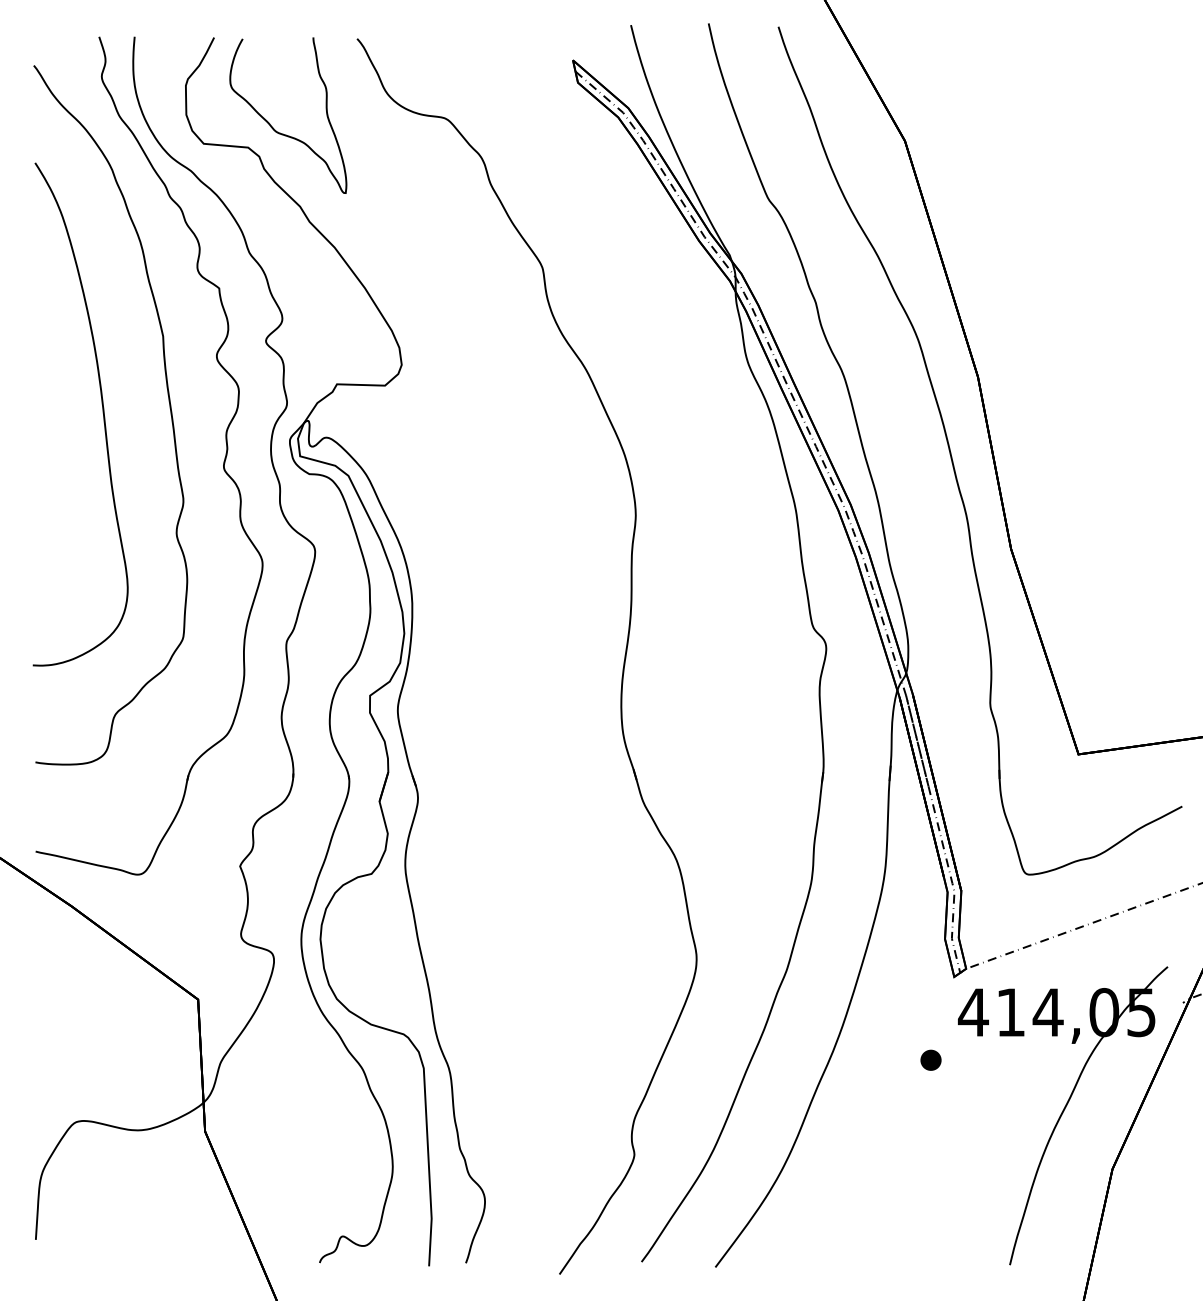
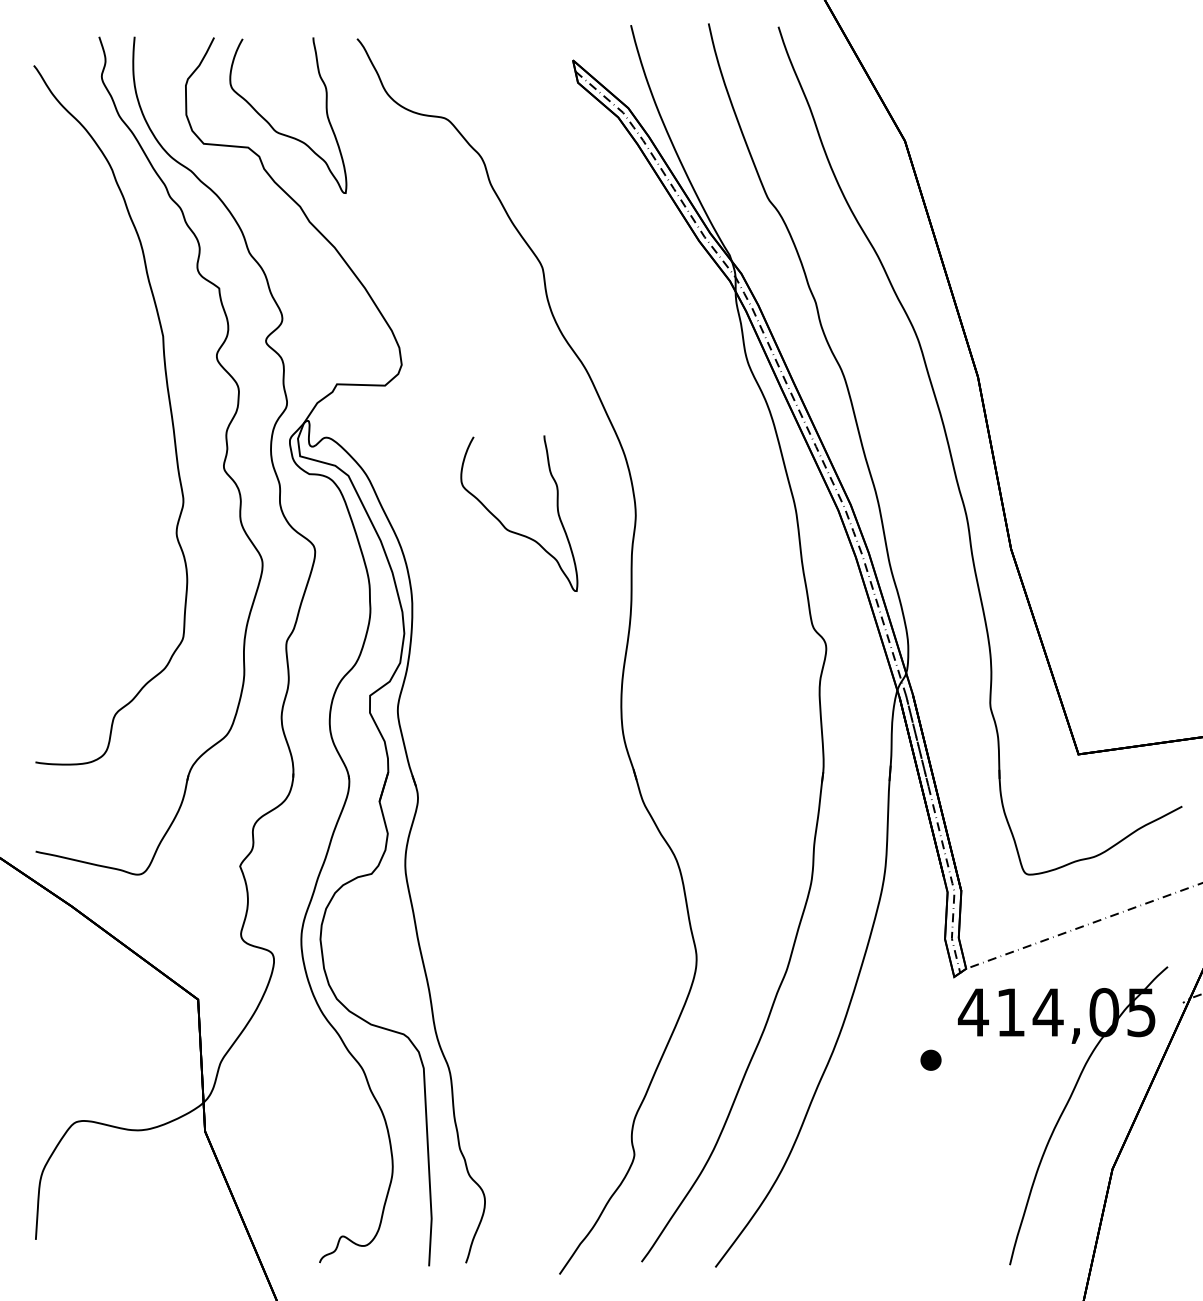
curve at (102, 413): present -> none
curve at (514, 531): none -> present
